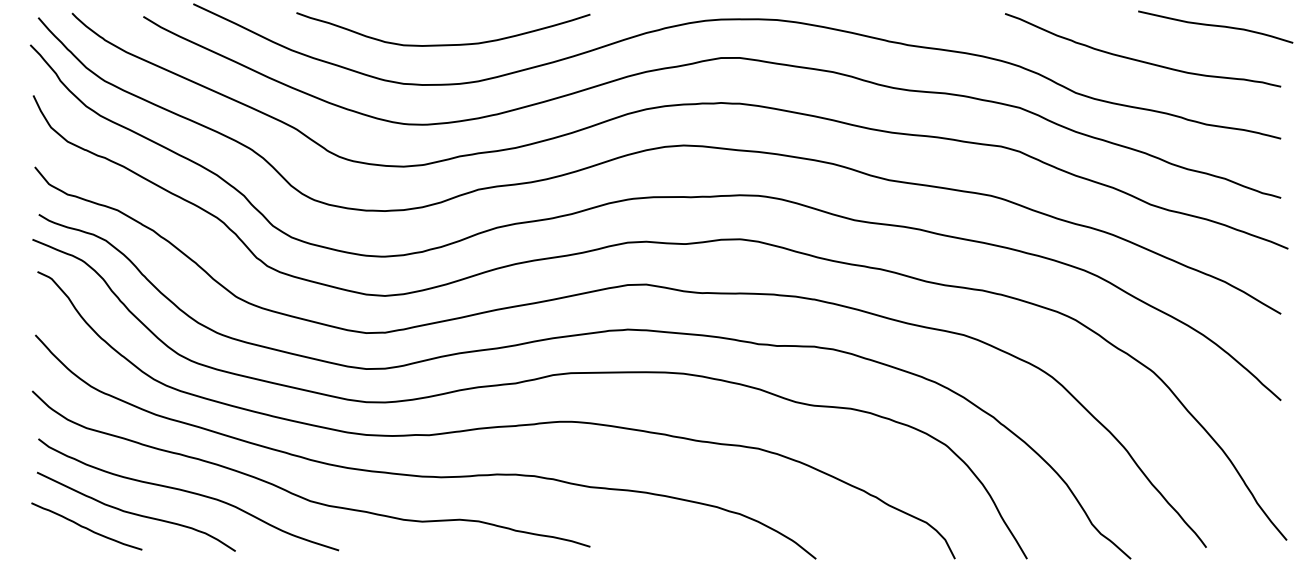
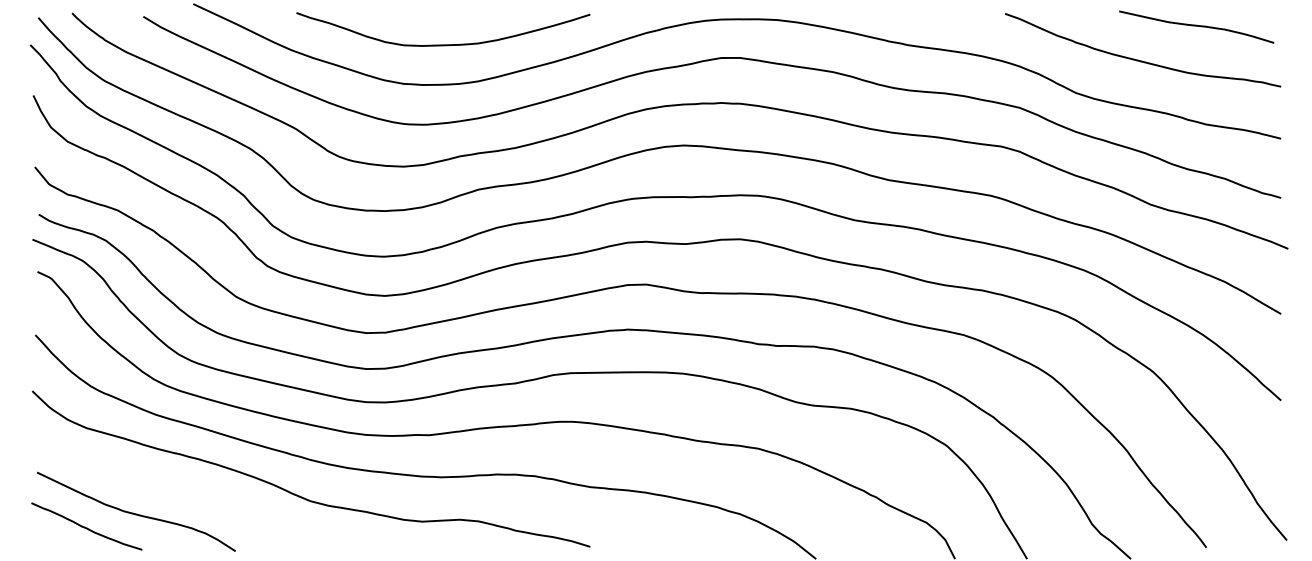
curve at (1215, 26) position: (1215, 26) -> (1196, 26)
curve at (188, 492): present -> none
